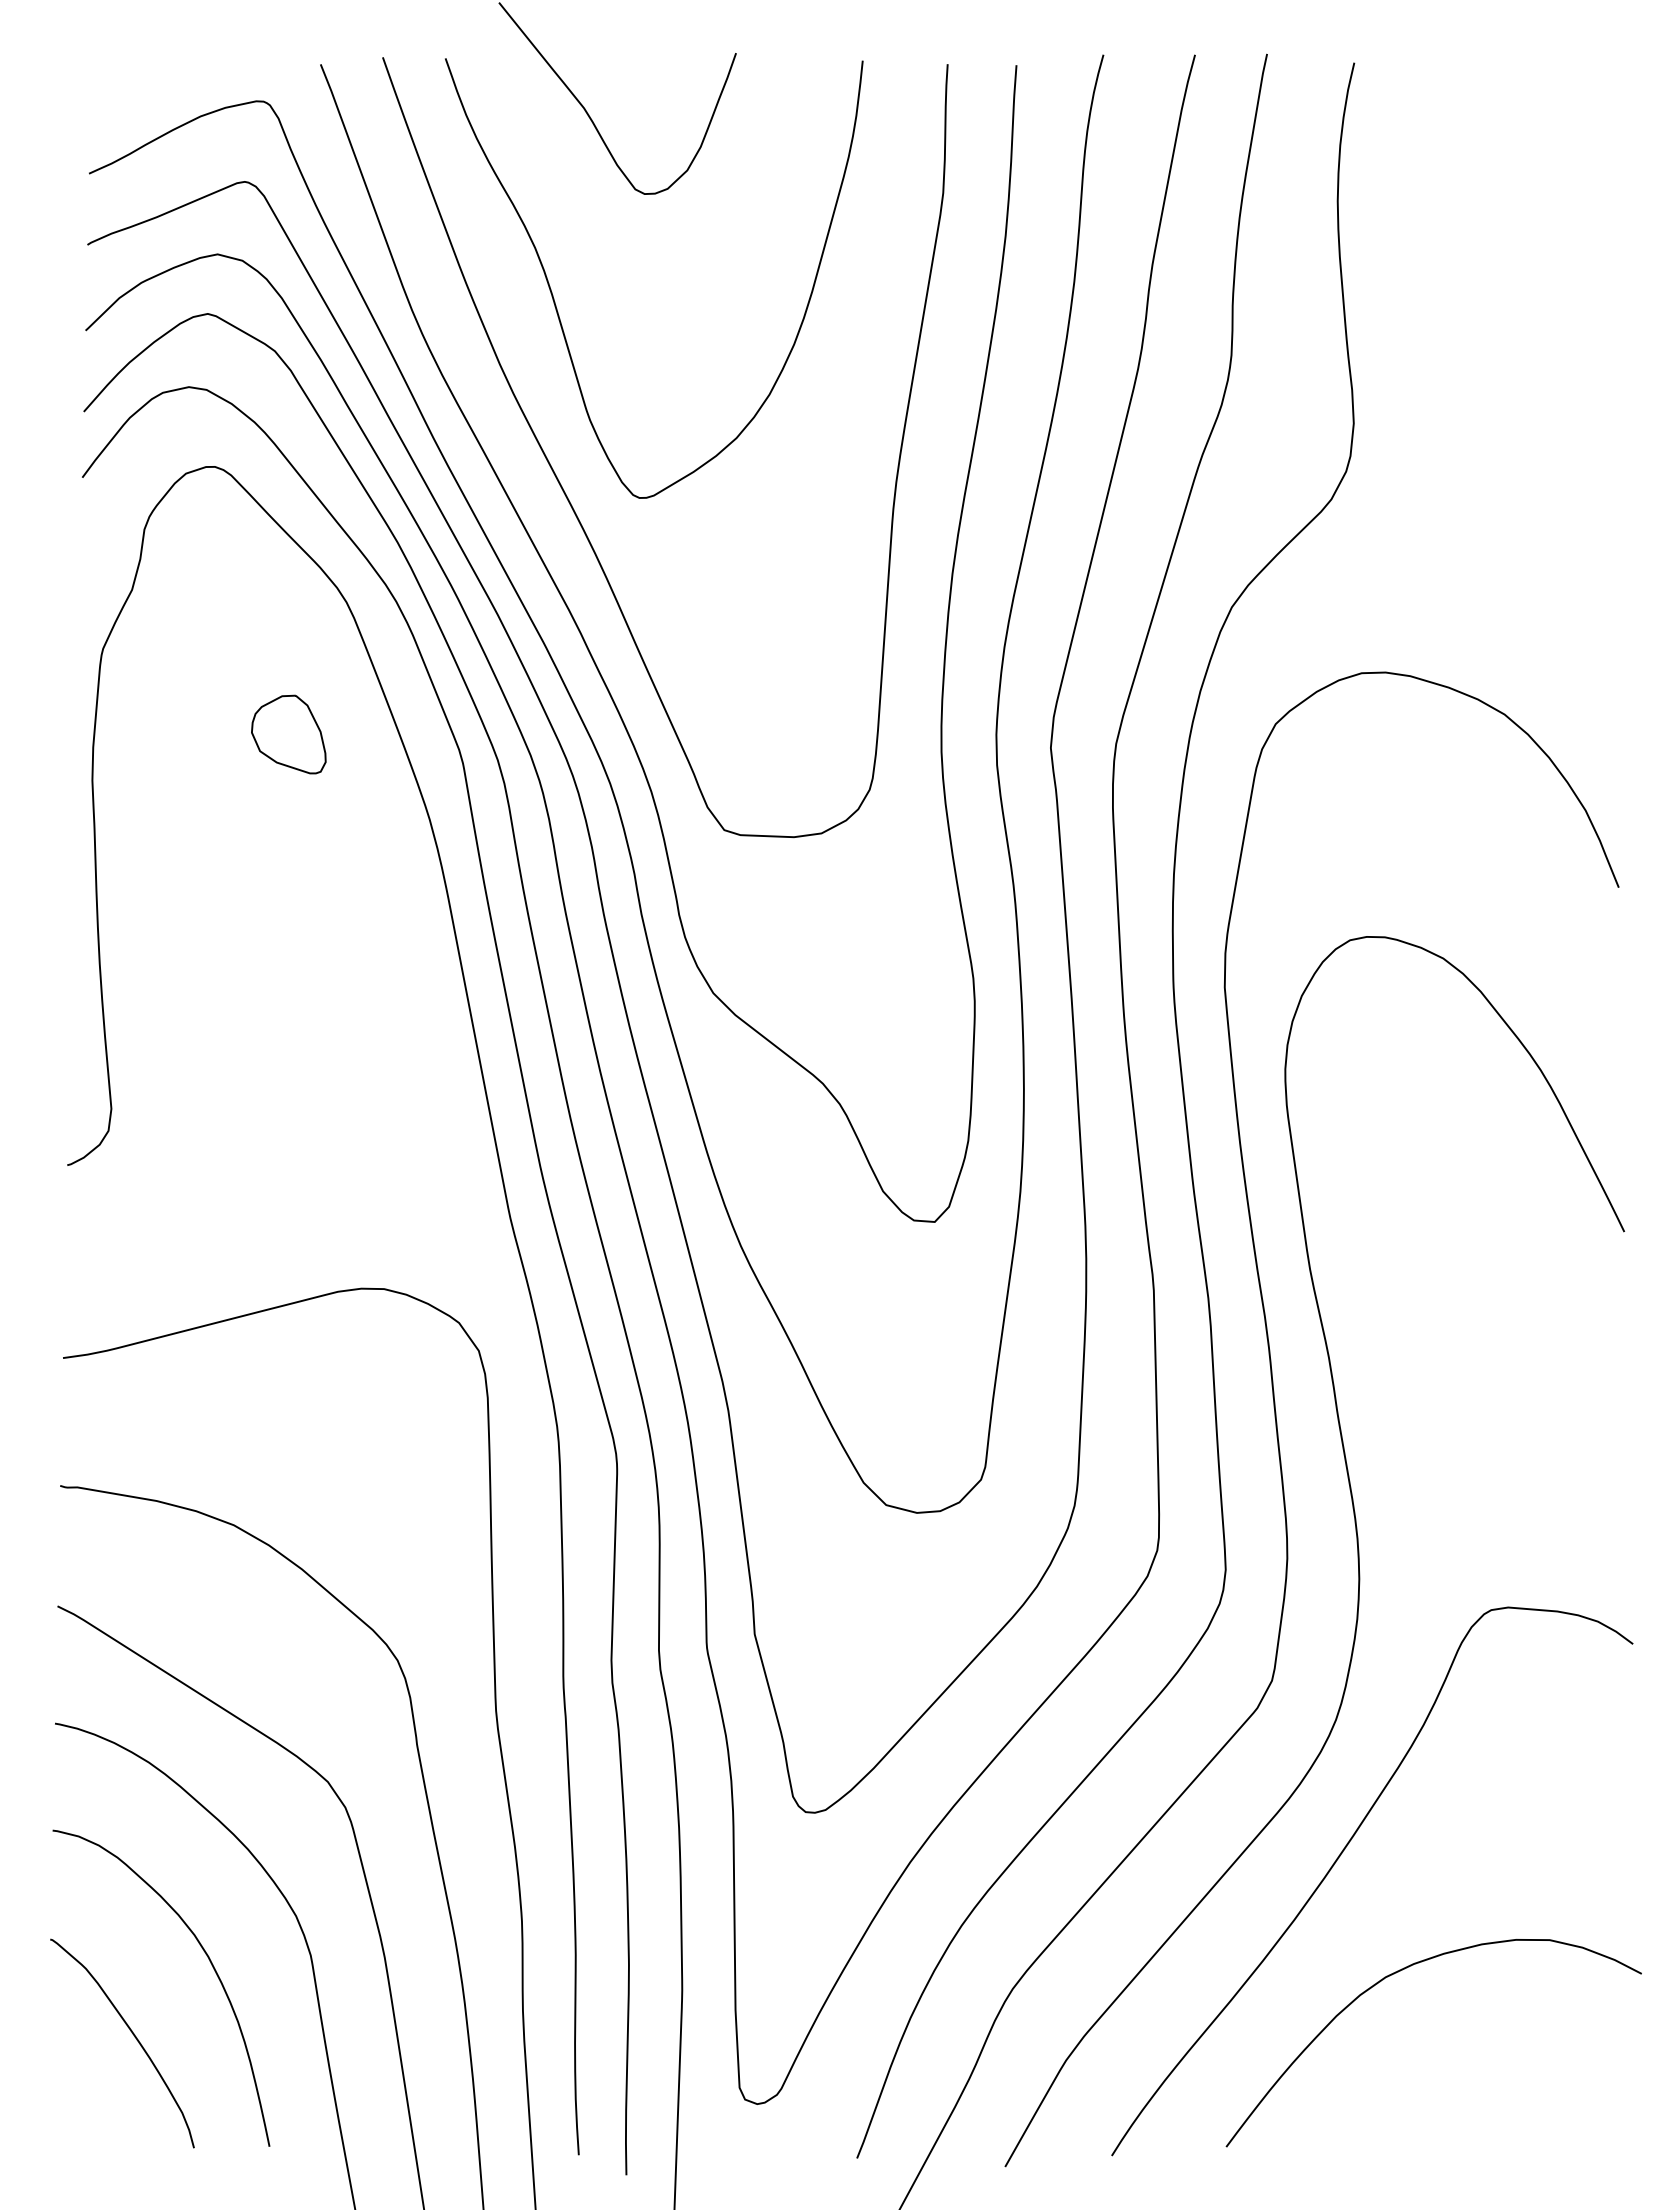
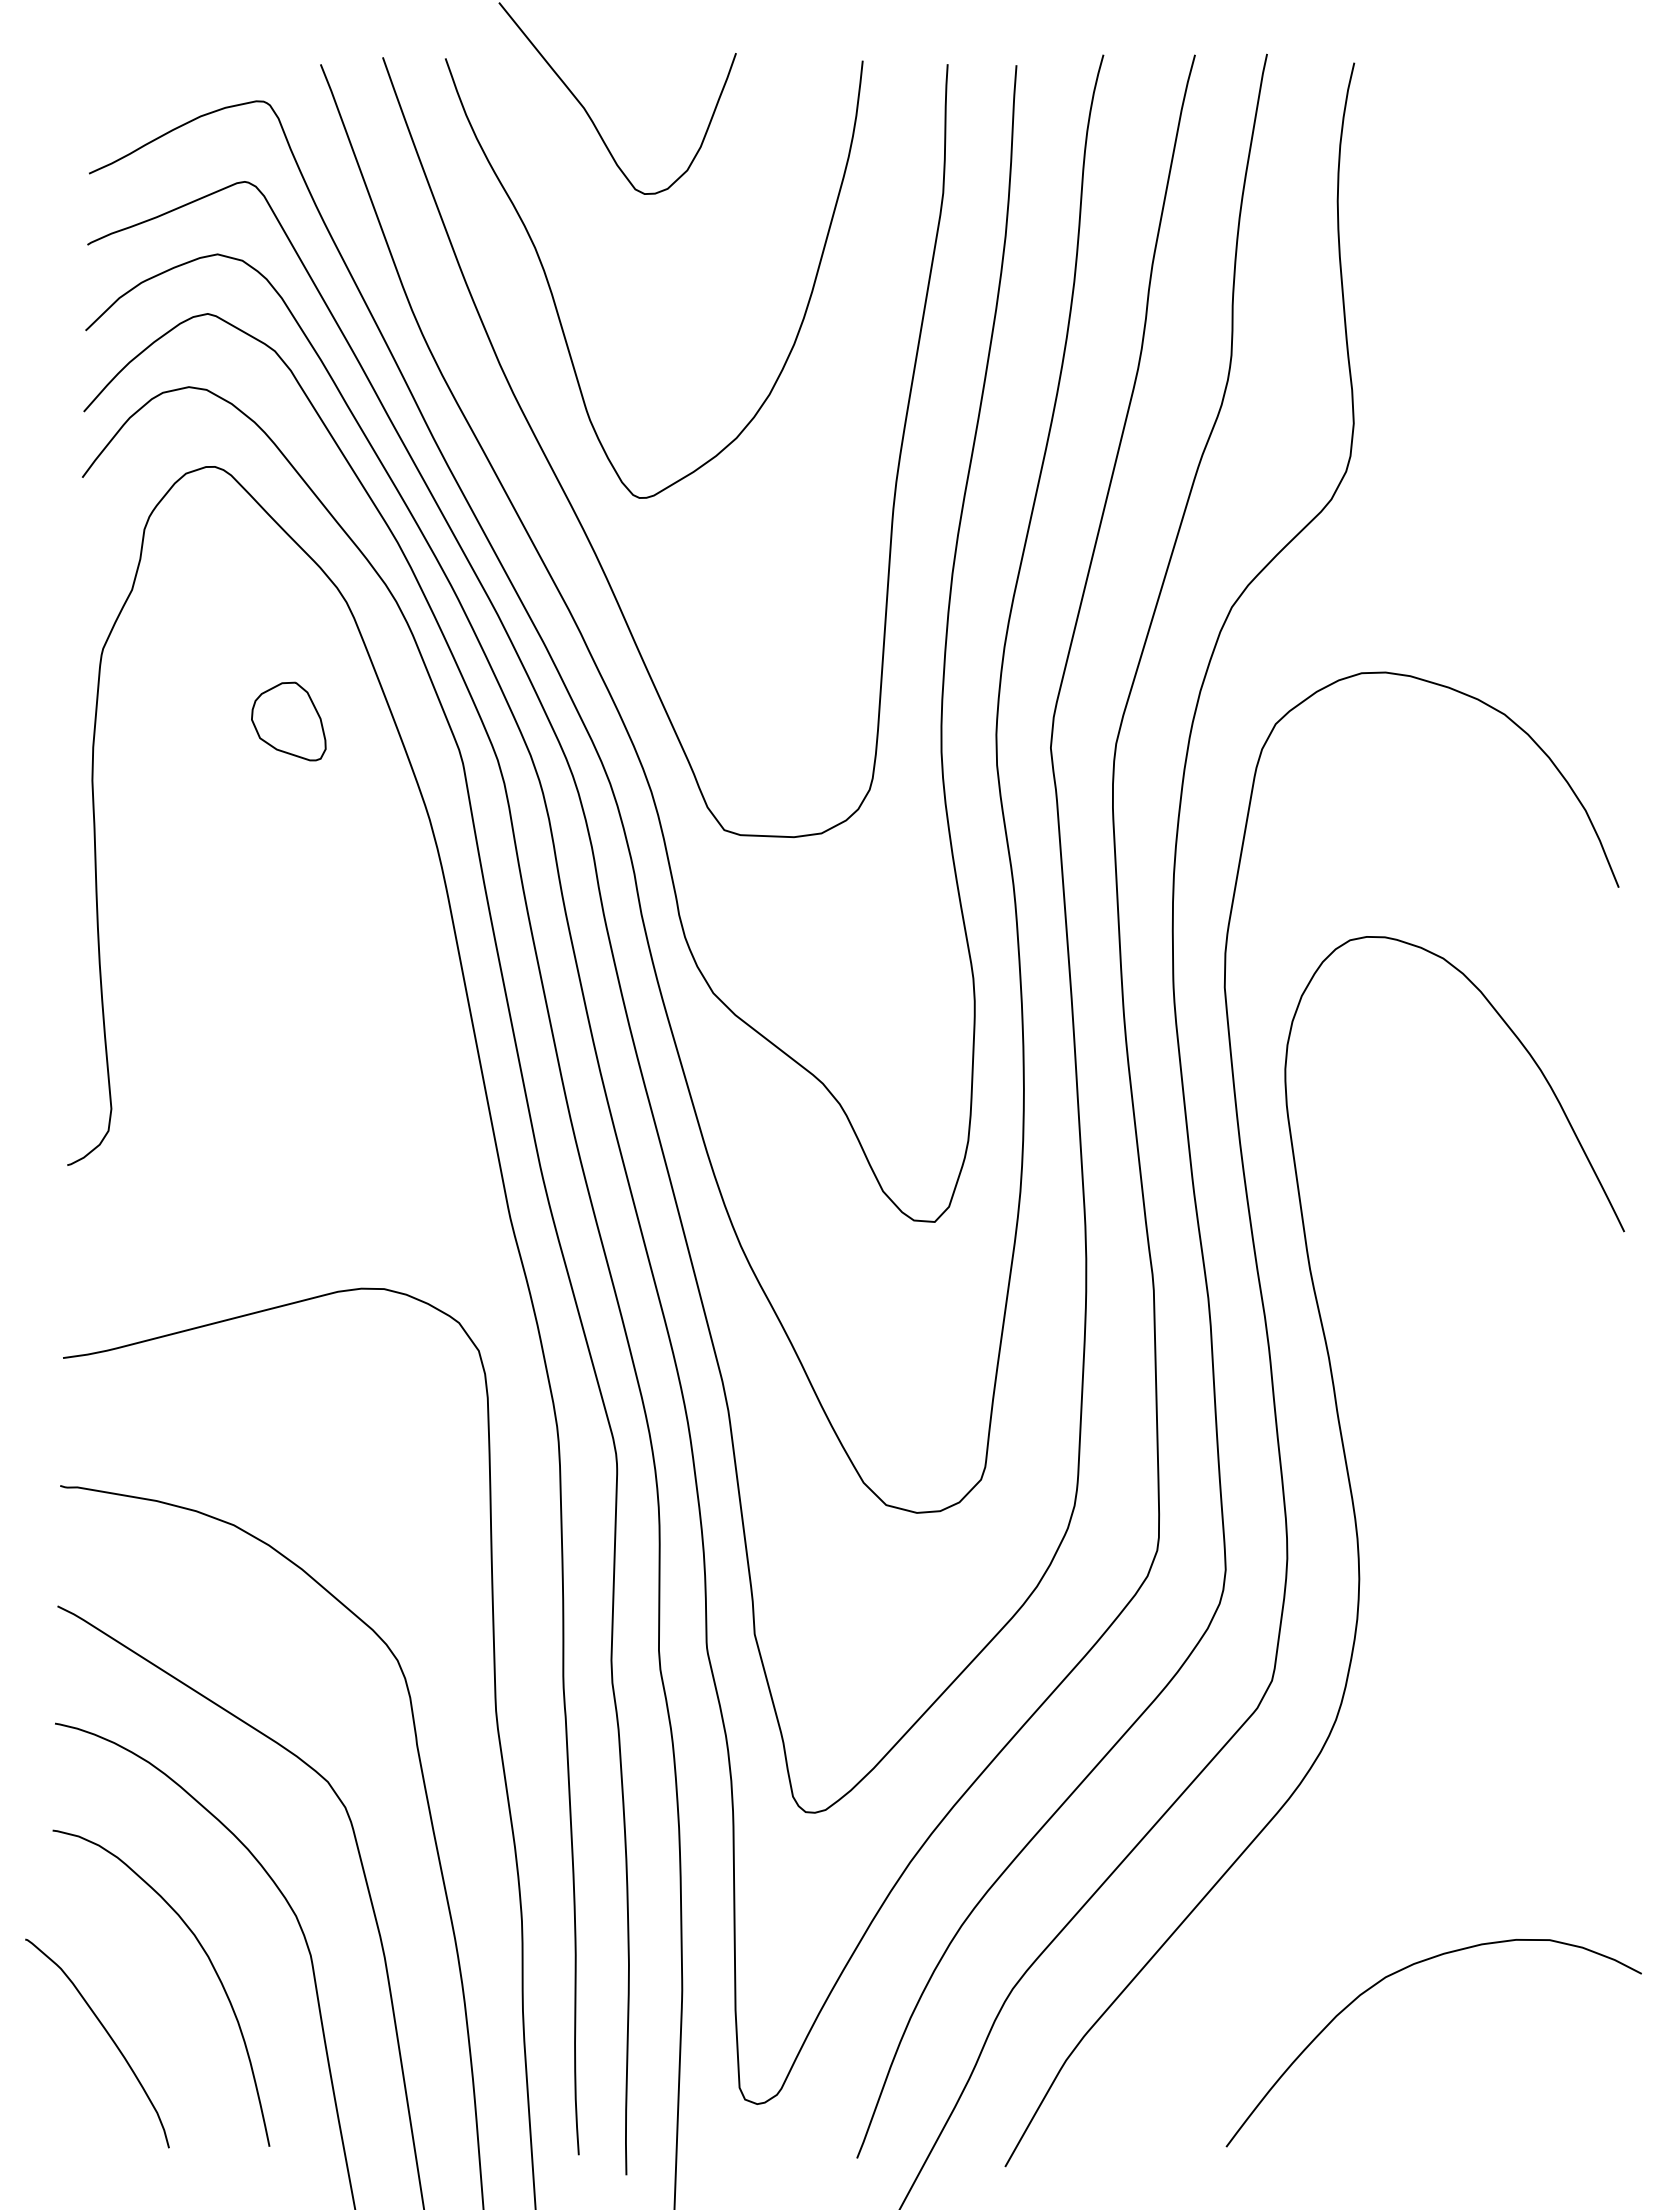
part at (288, 734) position: (288, 734) -> (288, 721)
curve at (1338, 1859): present -> none
curve at (134, 2037) position: (134, 2037) -> (109, 2037)
